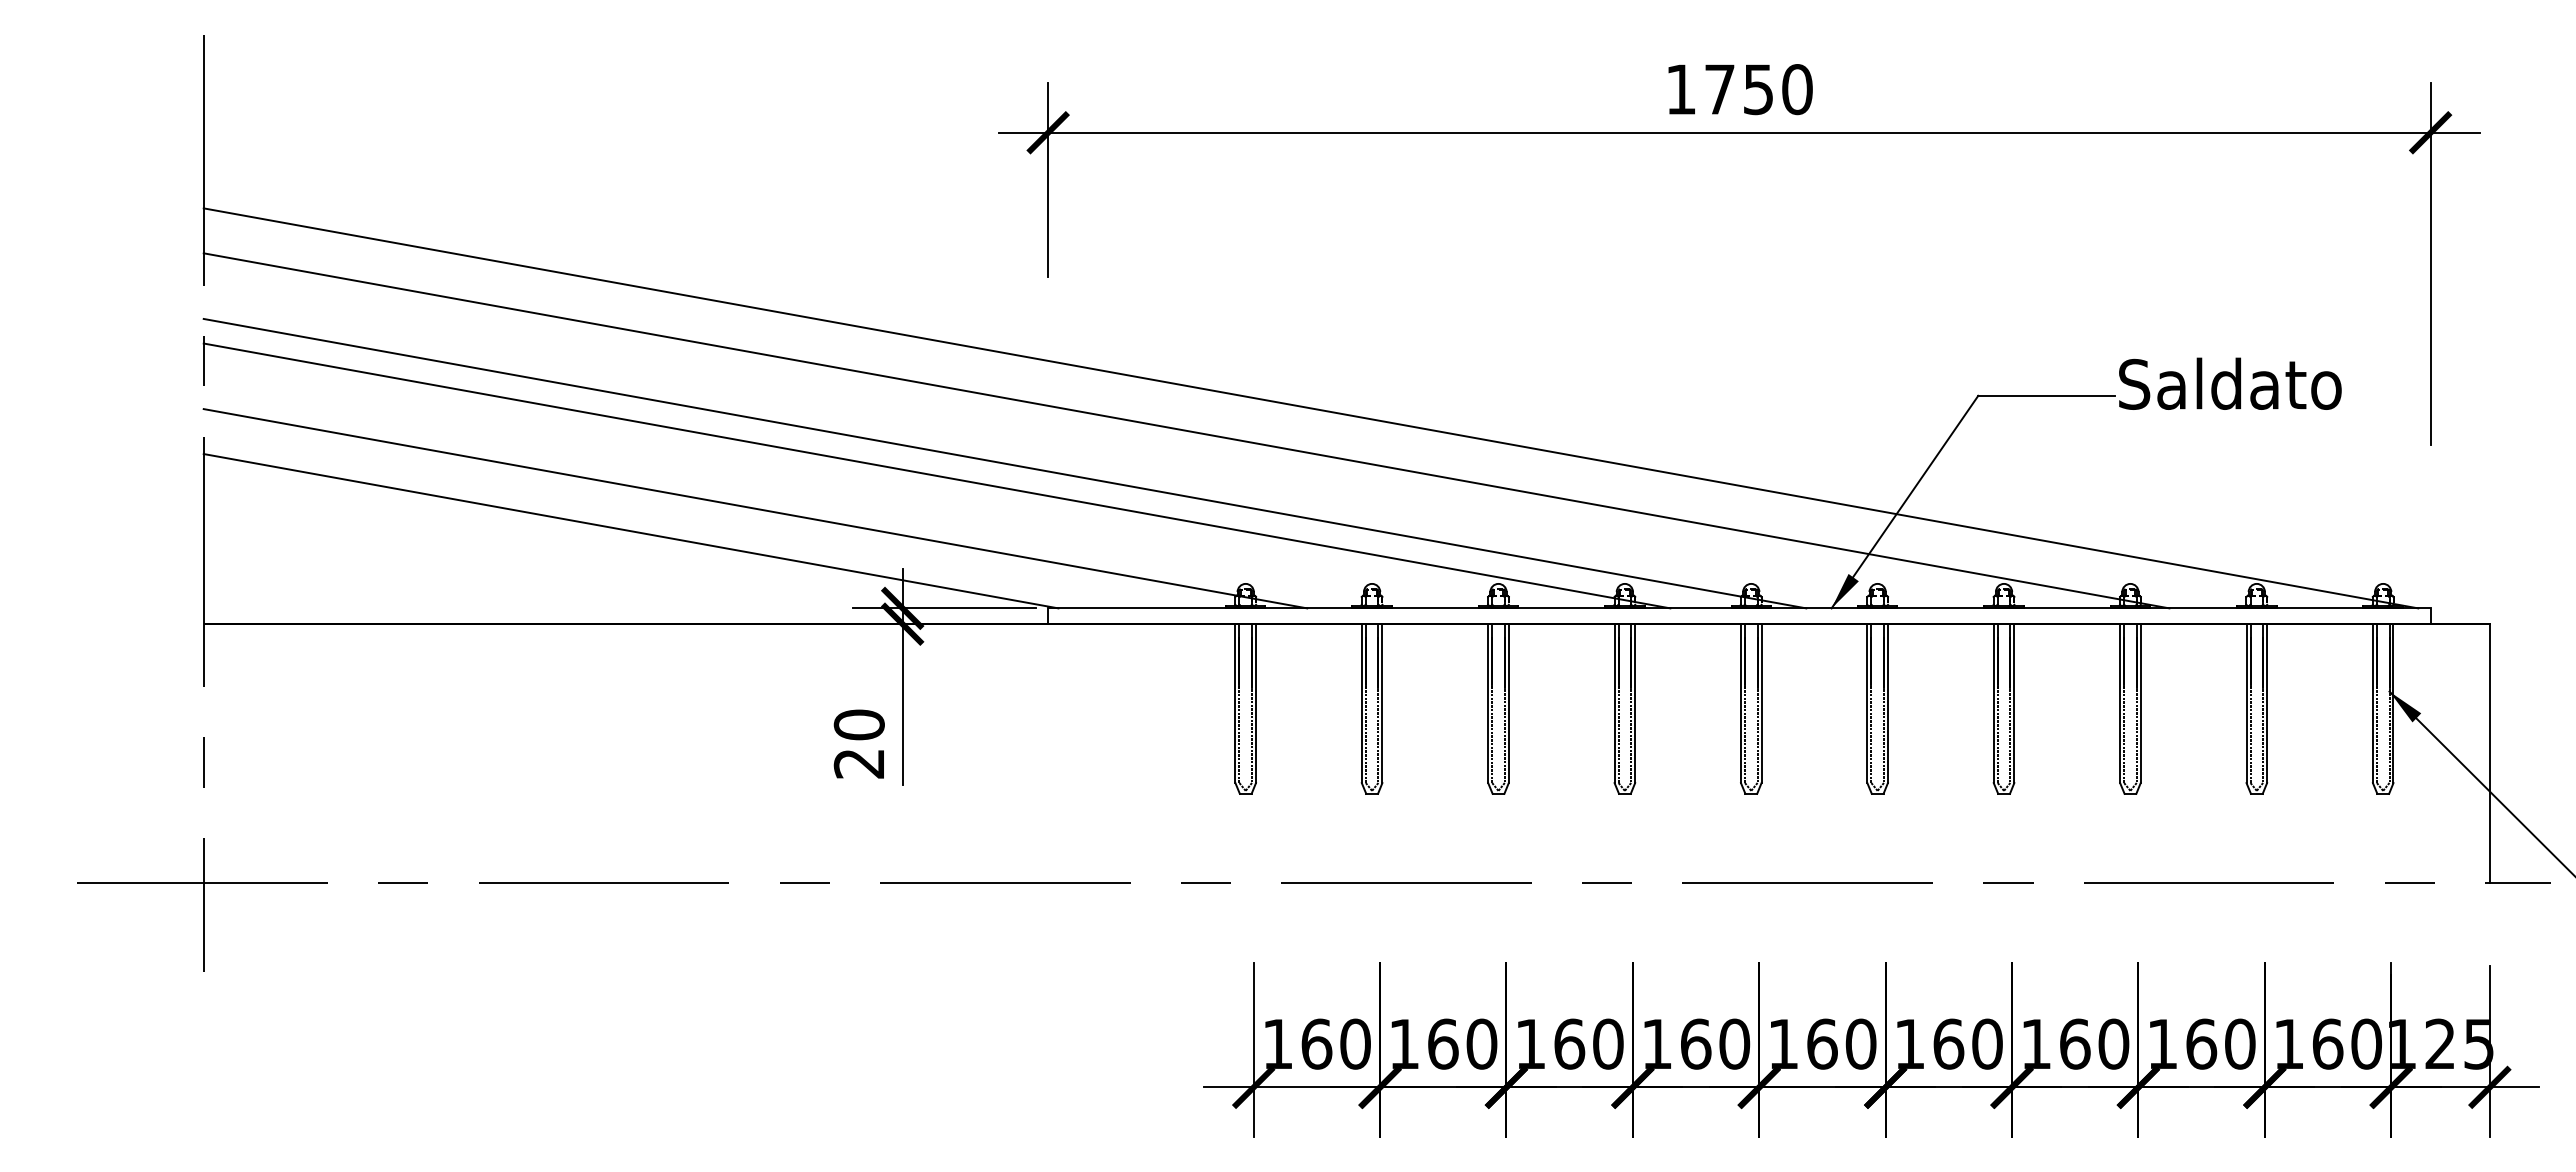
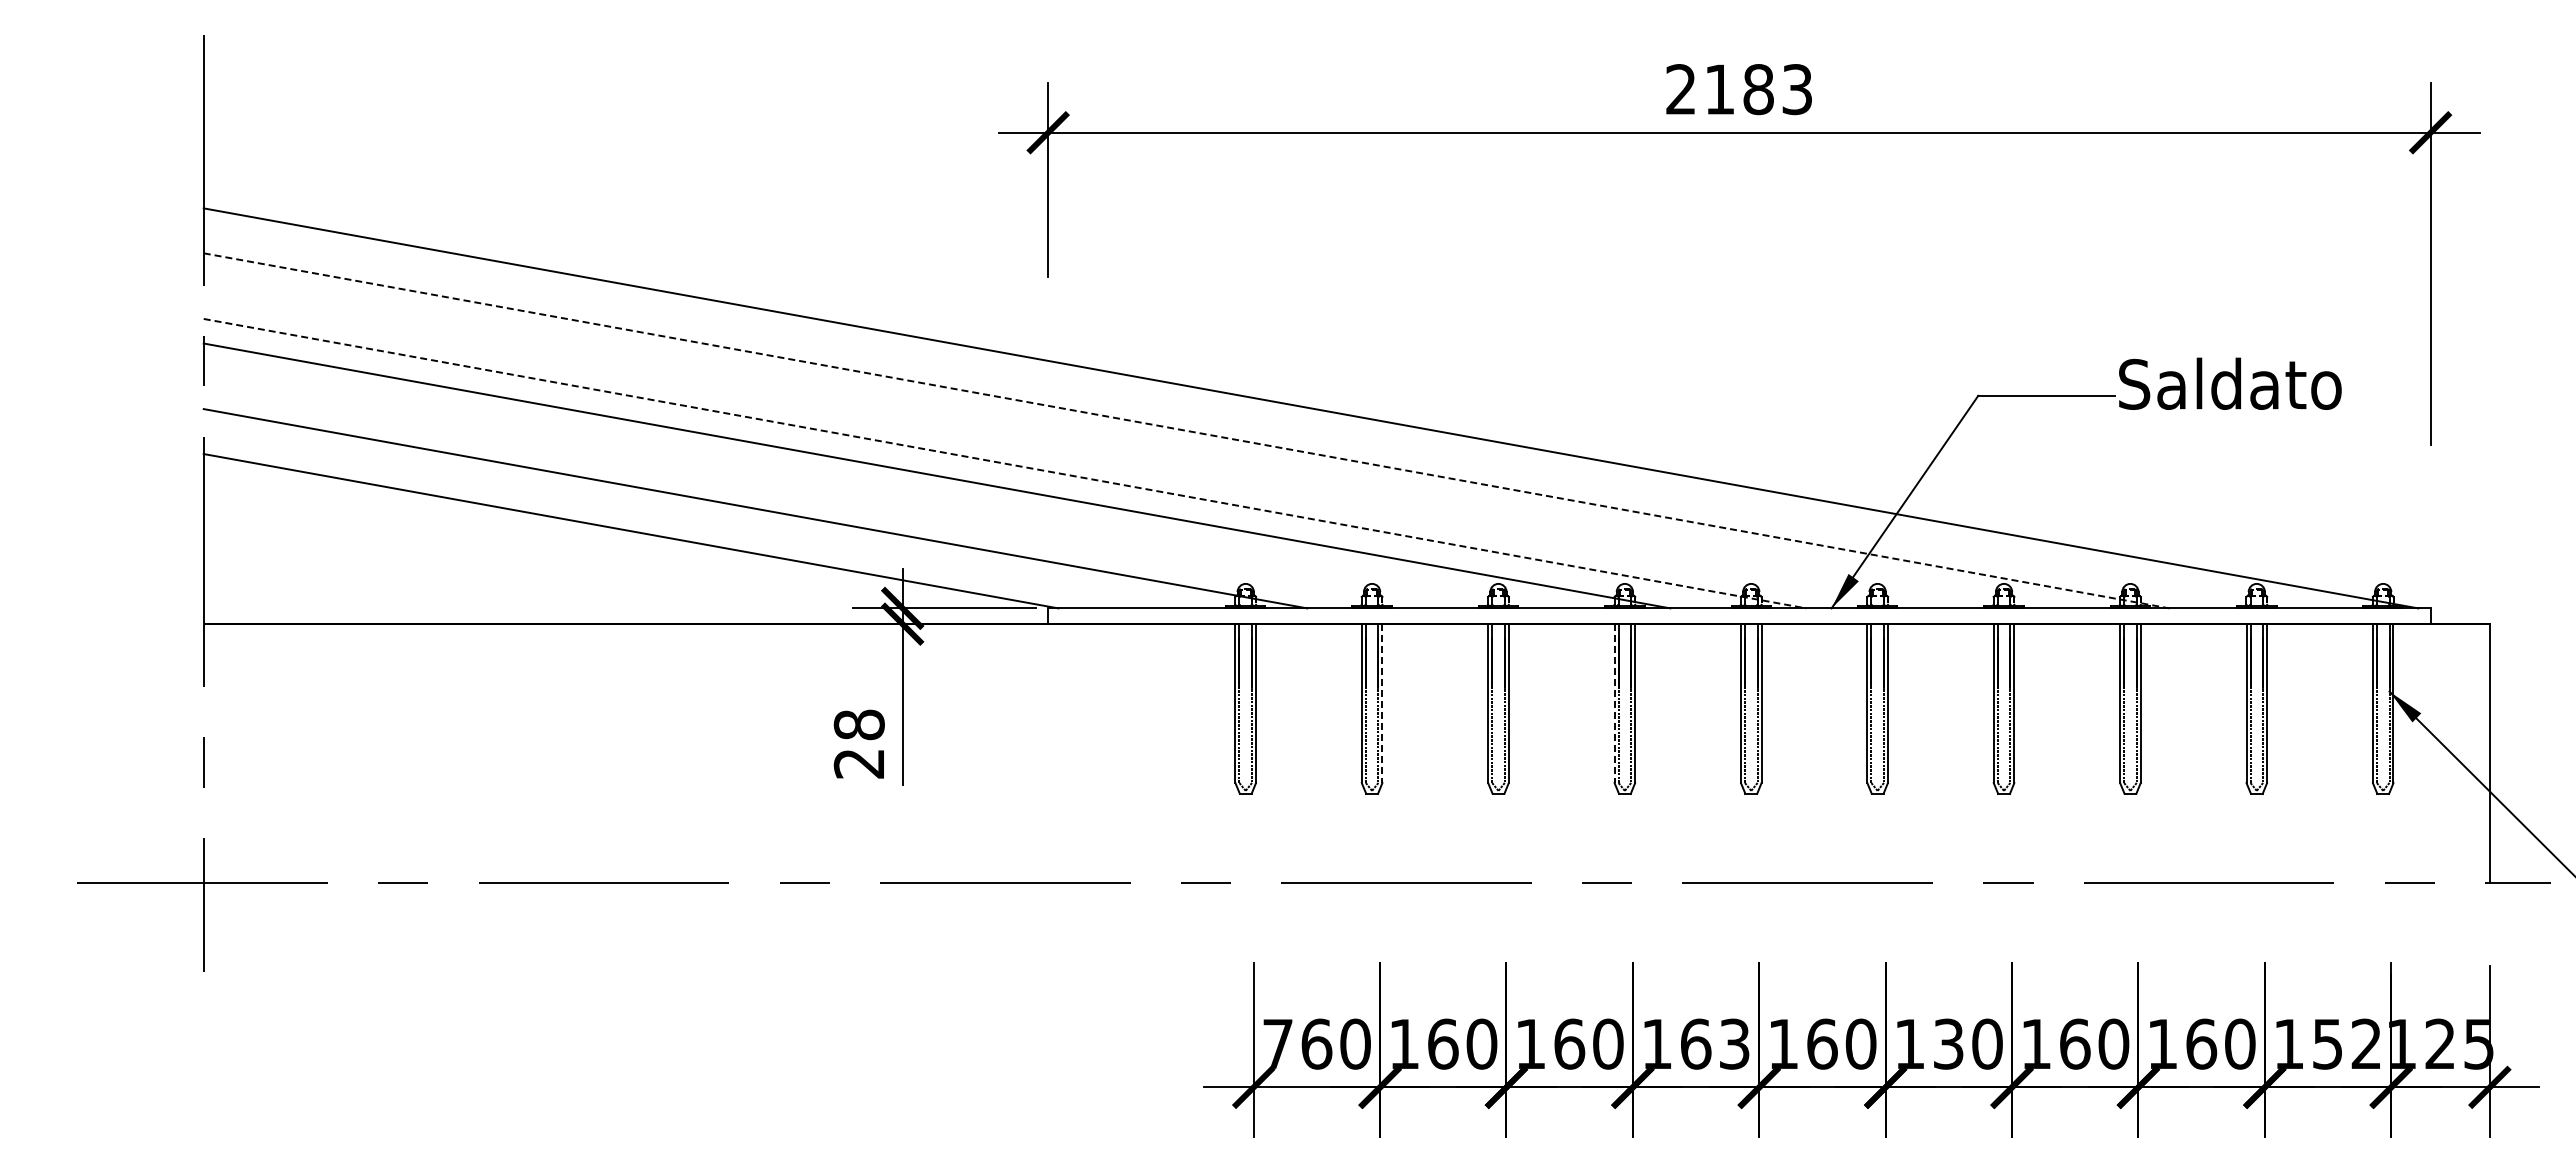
text at (1739, 89): 1750 -> 2183
line at (1186, 430): solid -> dashed
line at (1005, 463): solid -> dashed
line at (1382, 704): solid -> dashed
line at (1614, 704): solid -> dashed
text at (859, 724): 20 -> 28
text at (1277, 1043): 160 -> 760
text at (1734, 1043): 160 -> 163
text at (1948, 1043): 160 -> 130
text at (2346, 1043): 160 -> 152
